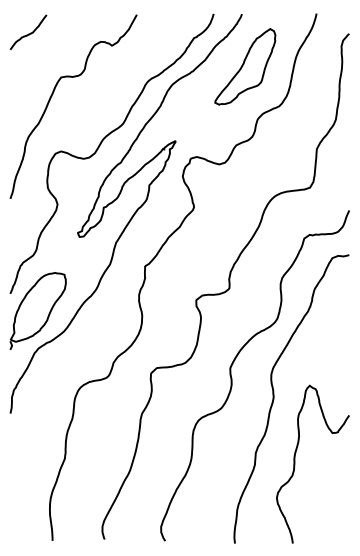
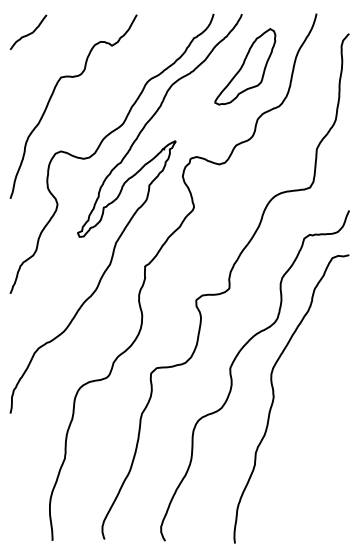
part at (37, 310): present -> none
curve at (295, 463): present -> none
